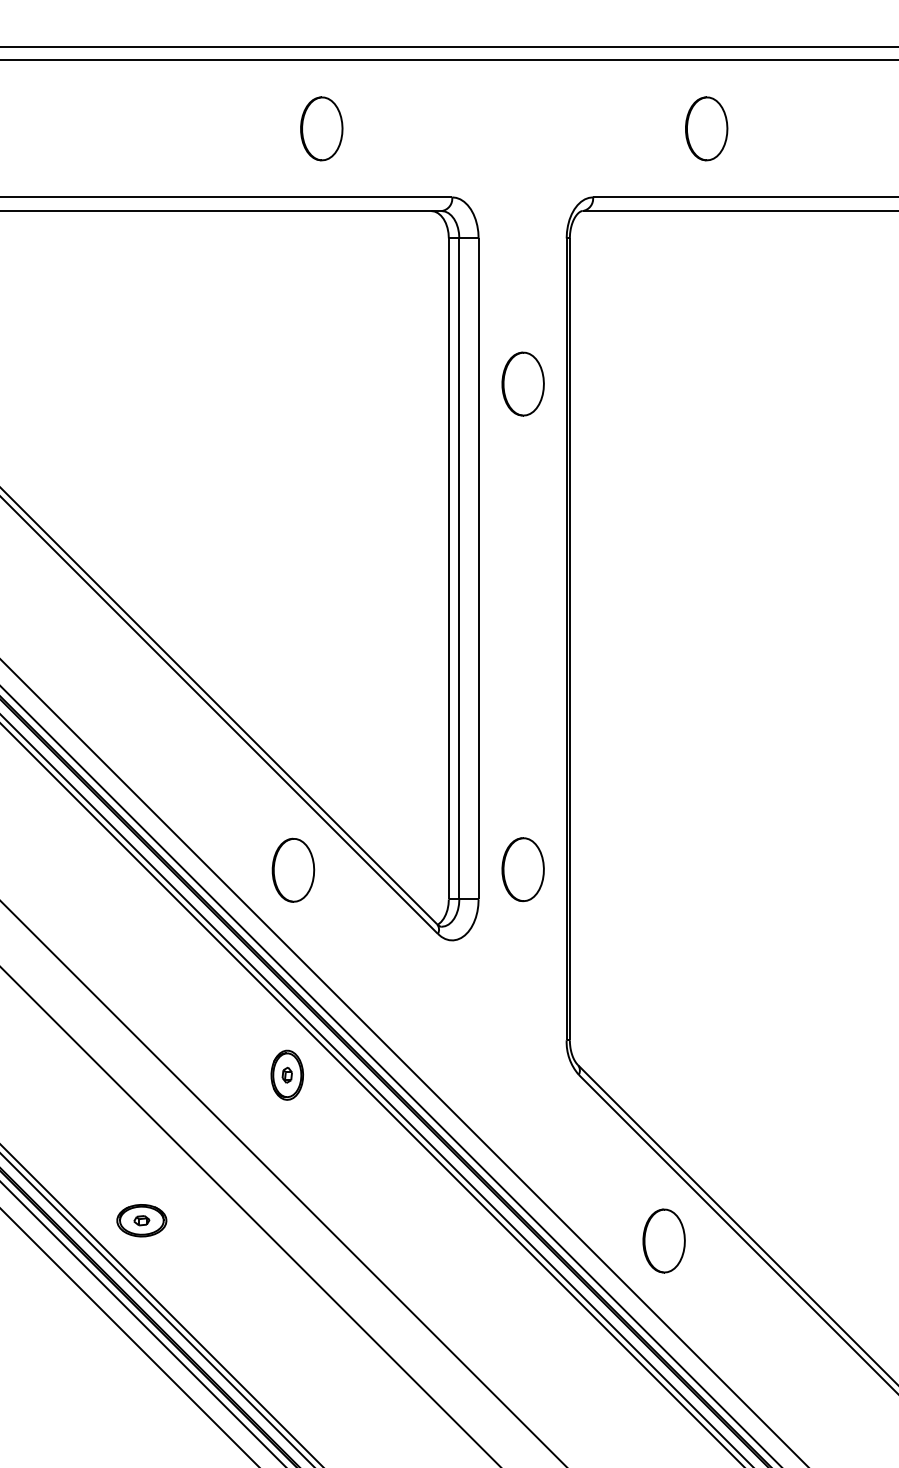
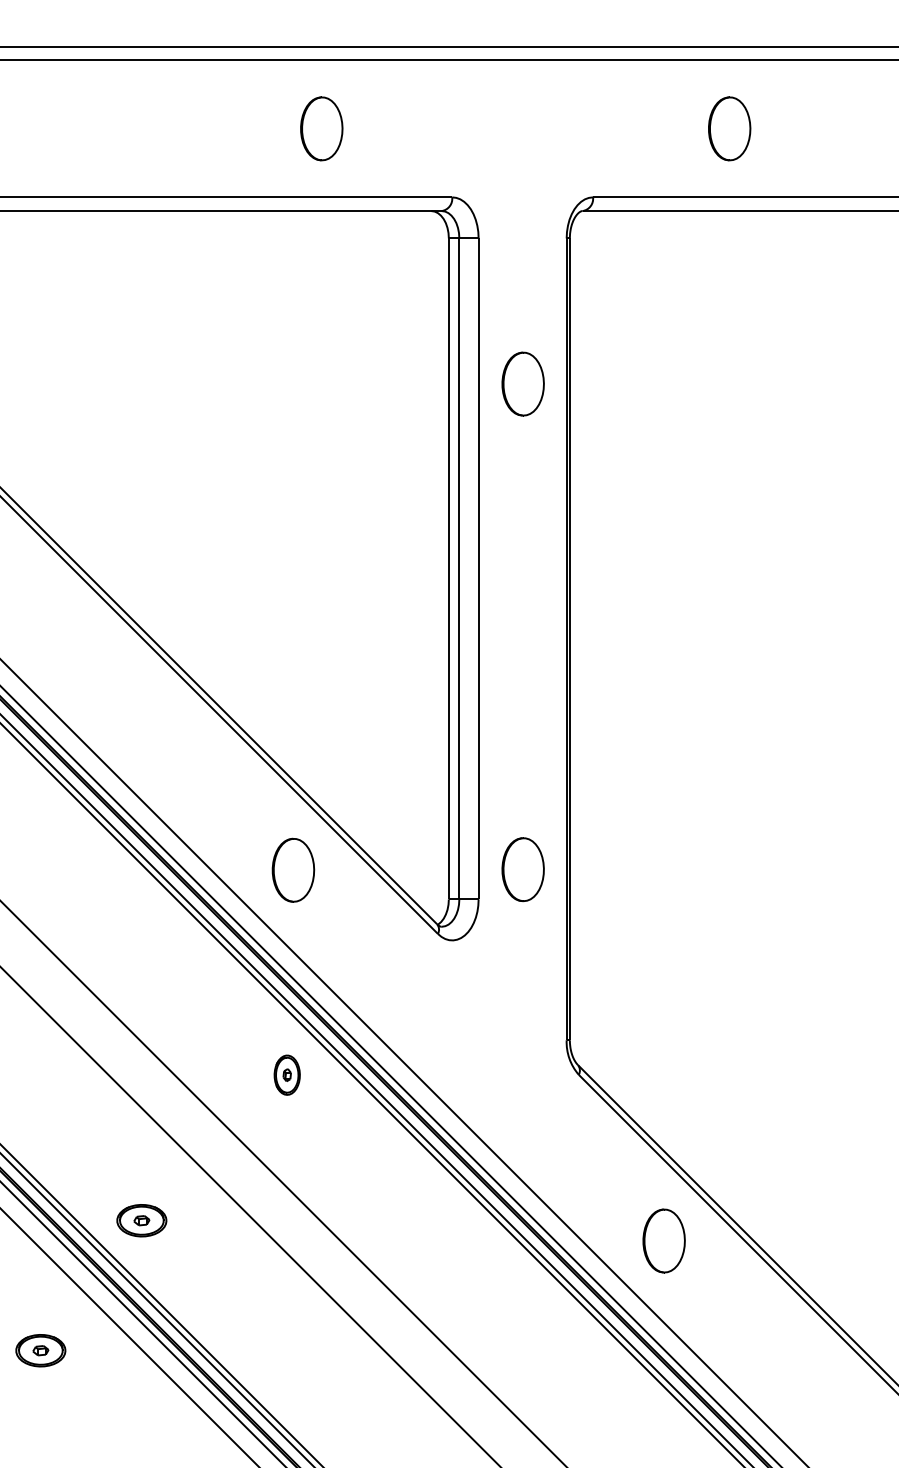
part at (706, 128) position: (706, 128) -> (729, 128)
part at (286, 1074) size: 34x52 px -> 28x42 px
part at (40, 1350): none -> present
